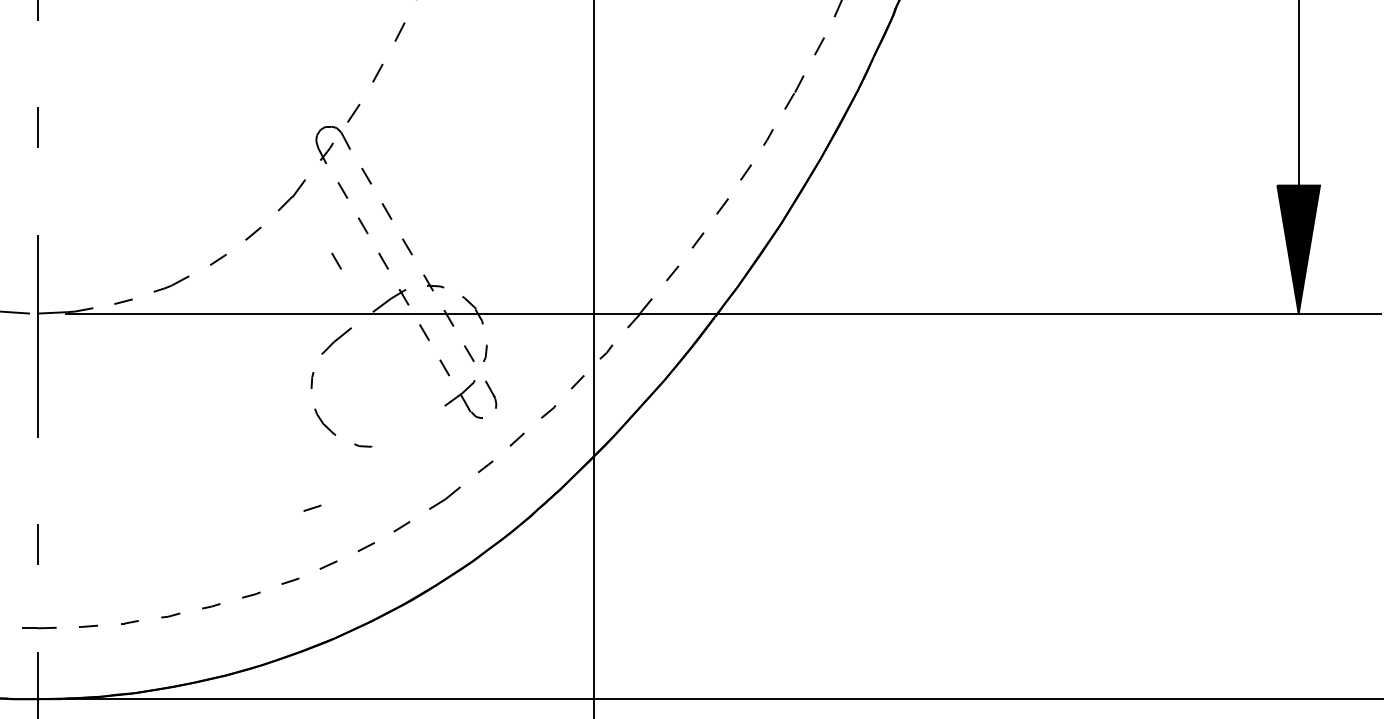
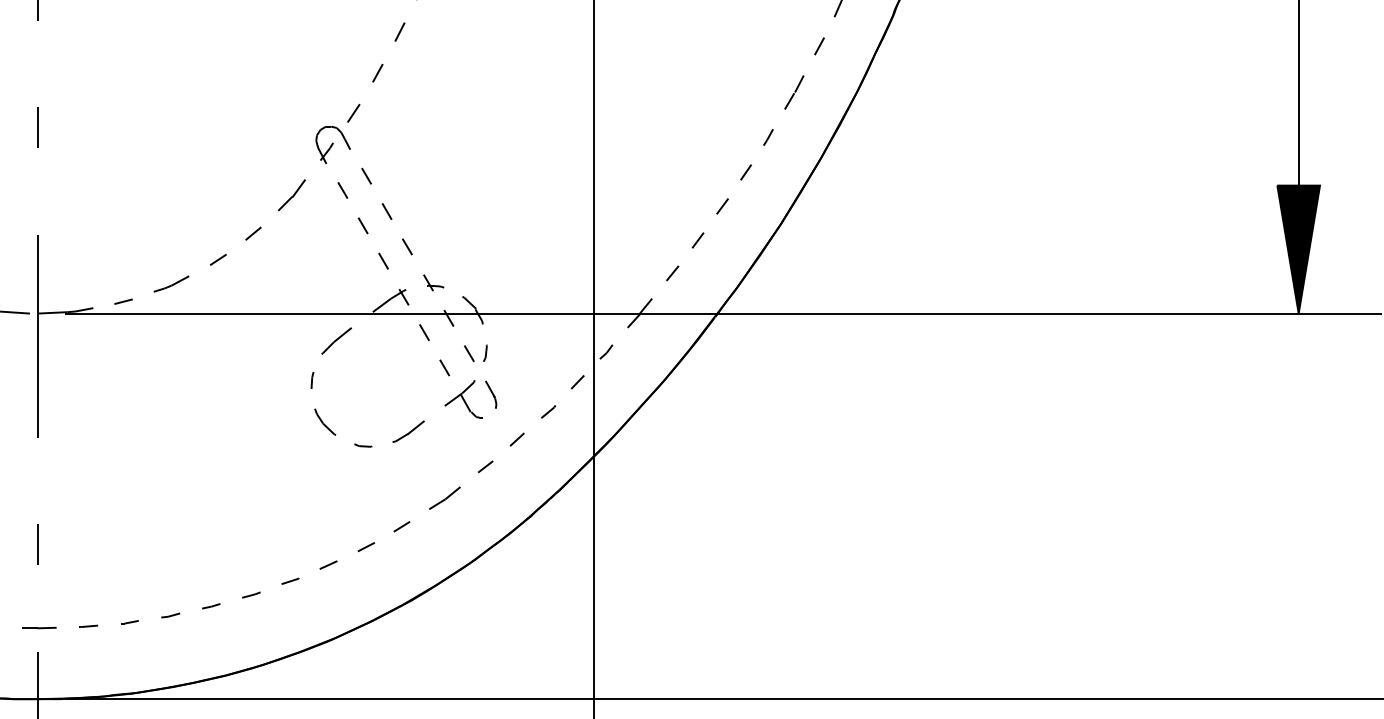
line at (336, 260): present -> none
part at (408, 431): none -> present
line at (312, 507): present -> none
